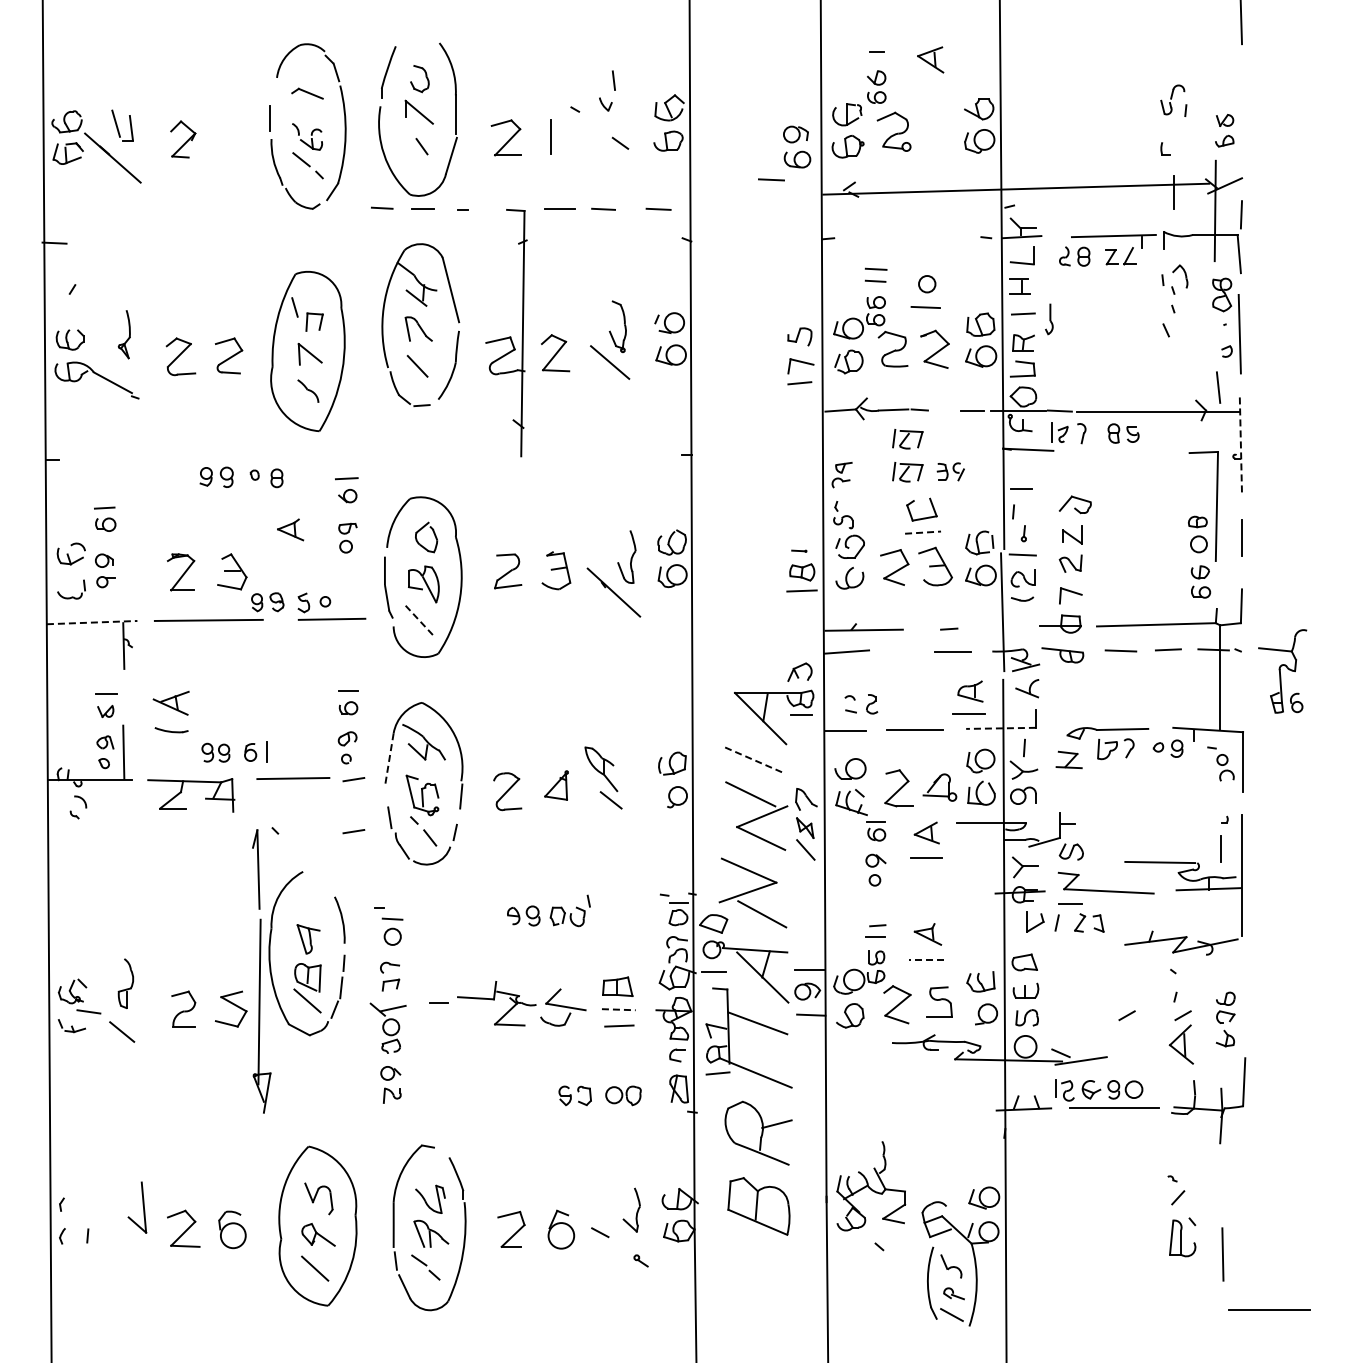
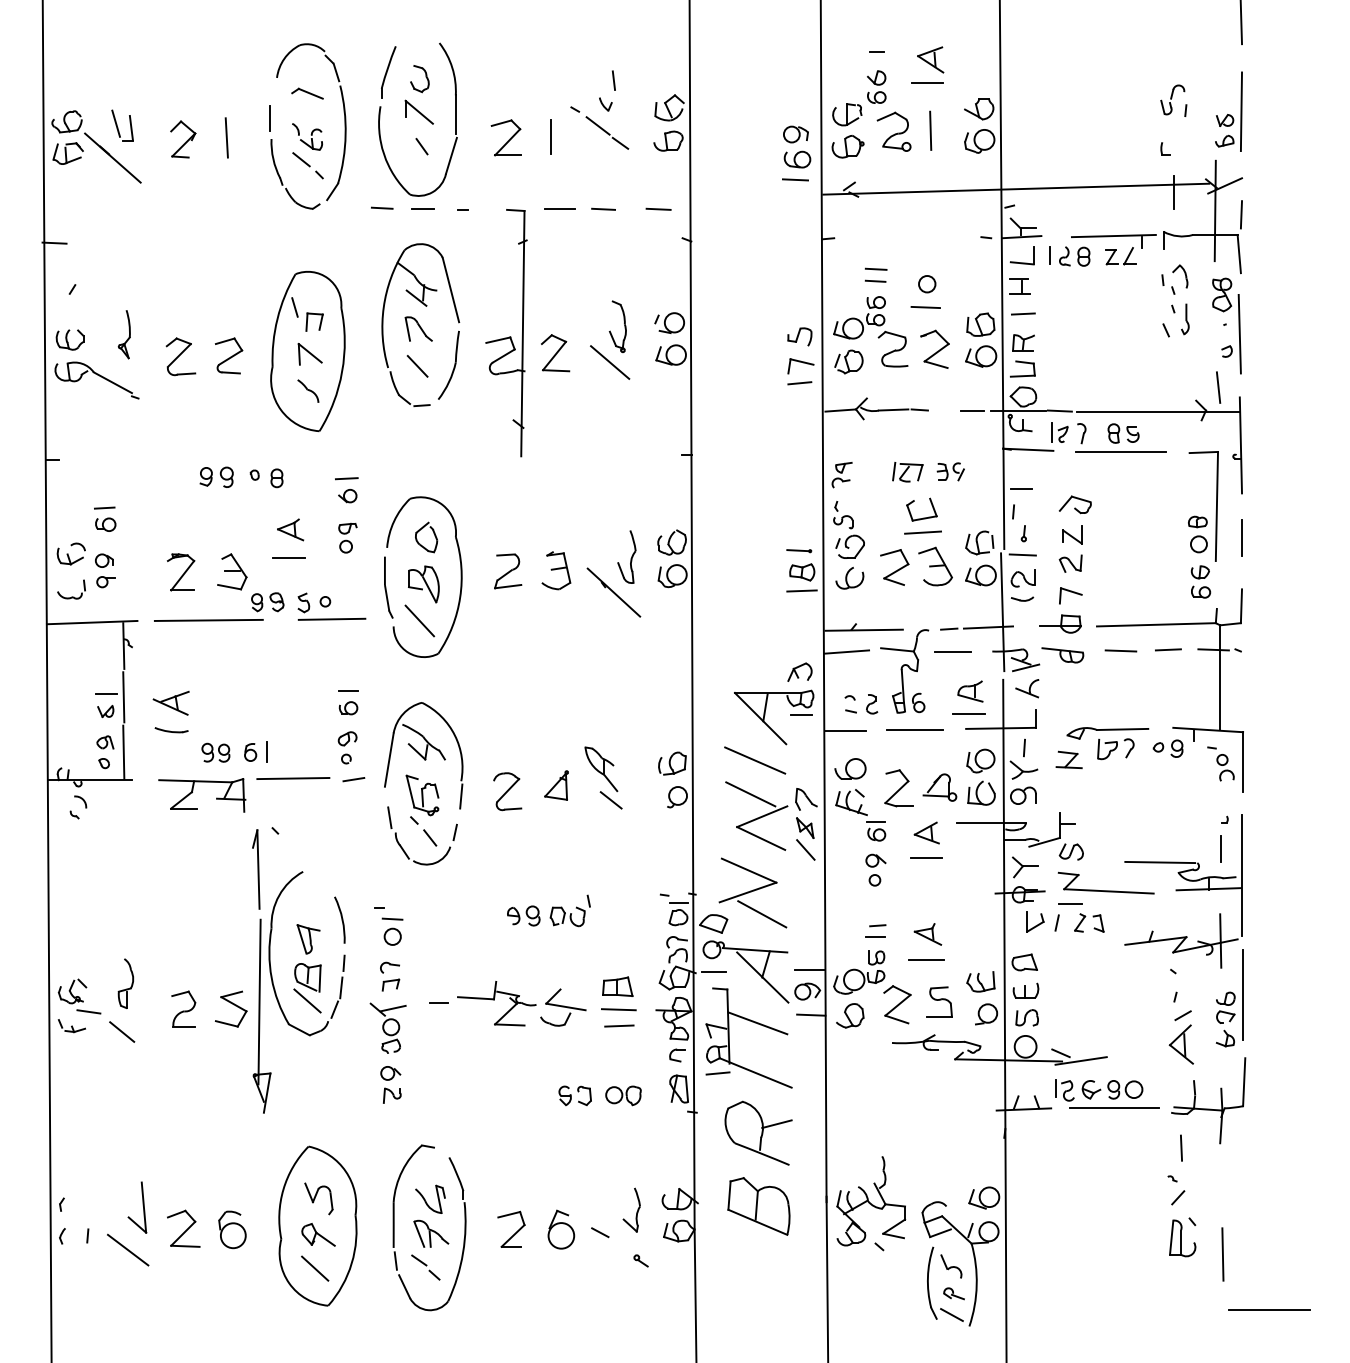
line at (927, 83): none -> present
line at (1241, 111): none -> present
line at (597, 125): none -> present
line at (930, 130): none -> present
line at (226, 137): none -> present
line at (771, 179) position: (771, 179) -> (795, 179)
line at (1049, 255): none -> present
part at (1049, 319) position: (1049, 319) -> (1185, 319)
part at (907, 439): present -> none
line at (1240, 445): dashed -> solid
line at (1120, 451): none -> present
line at (923, 532): dashed -> solid
part at (799, 550) size: 17x4 px -> 27x5 px
line at (288, 557): none -> present
line at (419, 620): dashed -> solid
line at (92, 622): dashed -> solid
line at (988, 627): none -> present
part at (1282, 671) position: (1282, 671) -> (904, 671)
line at (123, 697): none -> present
line at (1001, 728): dashed -> solid
line at (389, 760): dashed -> solid
line at (755, 760): dashed -> solid
part at (181, 793) position: (181, 793) -> (192, 793)
line at (353, 831): present -> none
line at (1220, 940): none -> present
line at (926, 960): dashed -> solid
line at (1243, 994): none -> present
line at (618, 1009): dashed -> solid
line at (1126, 1015): present -> none
line at (1181, 1147): none -> present
part at (871, 1186) position: (871, 1186) -> (871, 1201)
line at (127, 1249): none -> present
